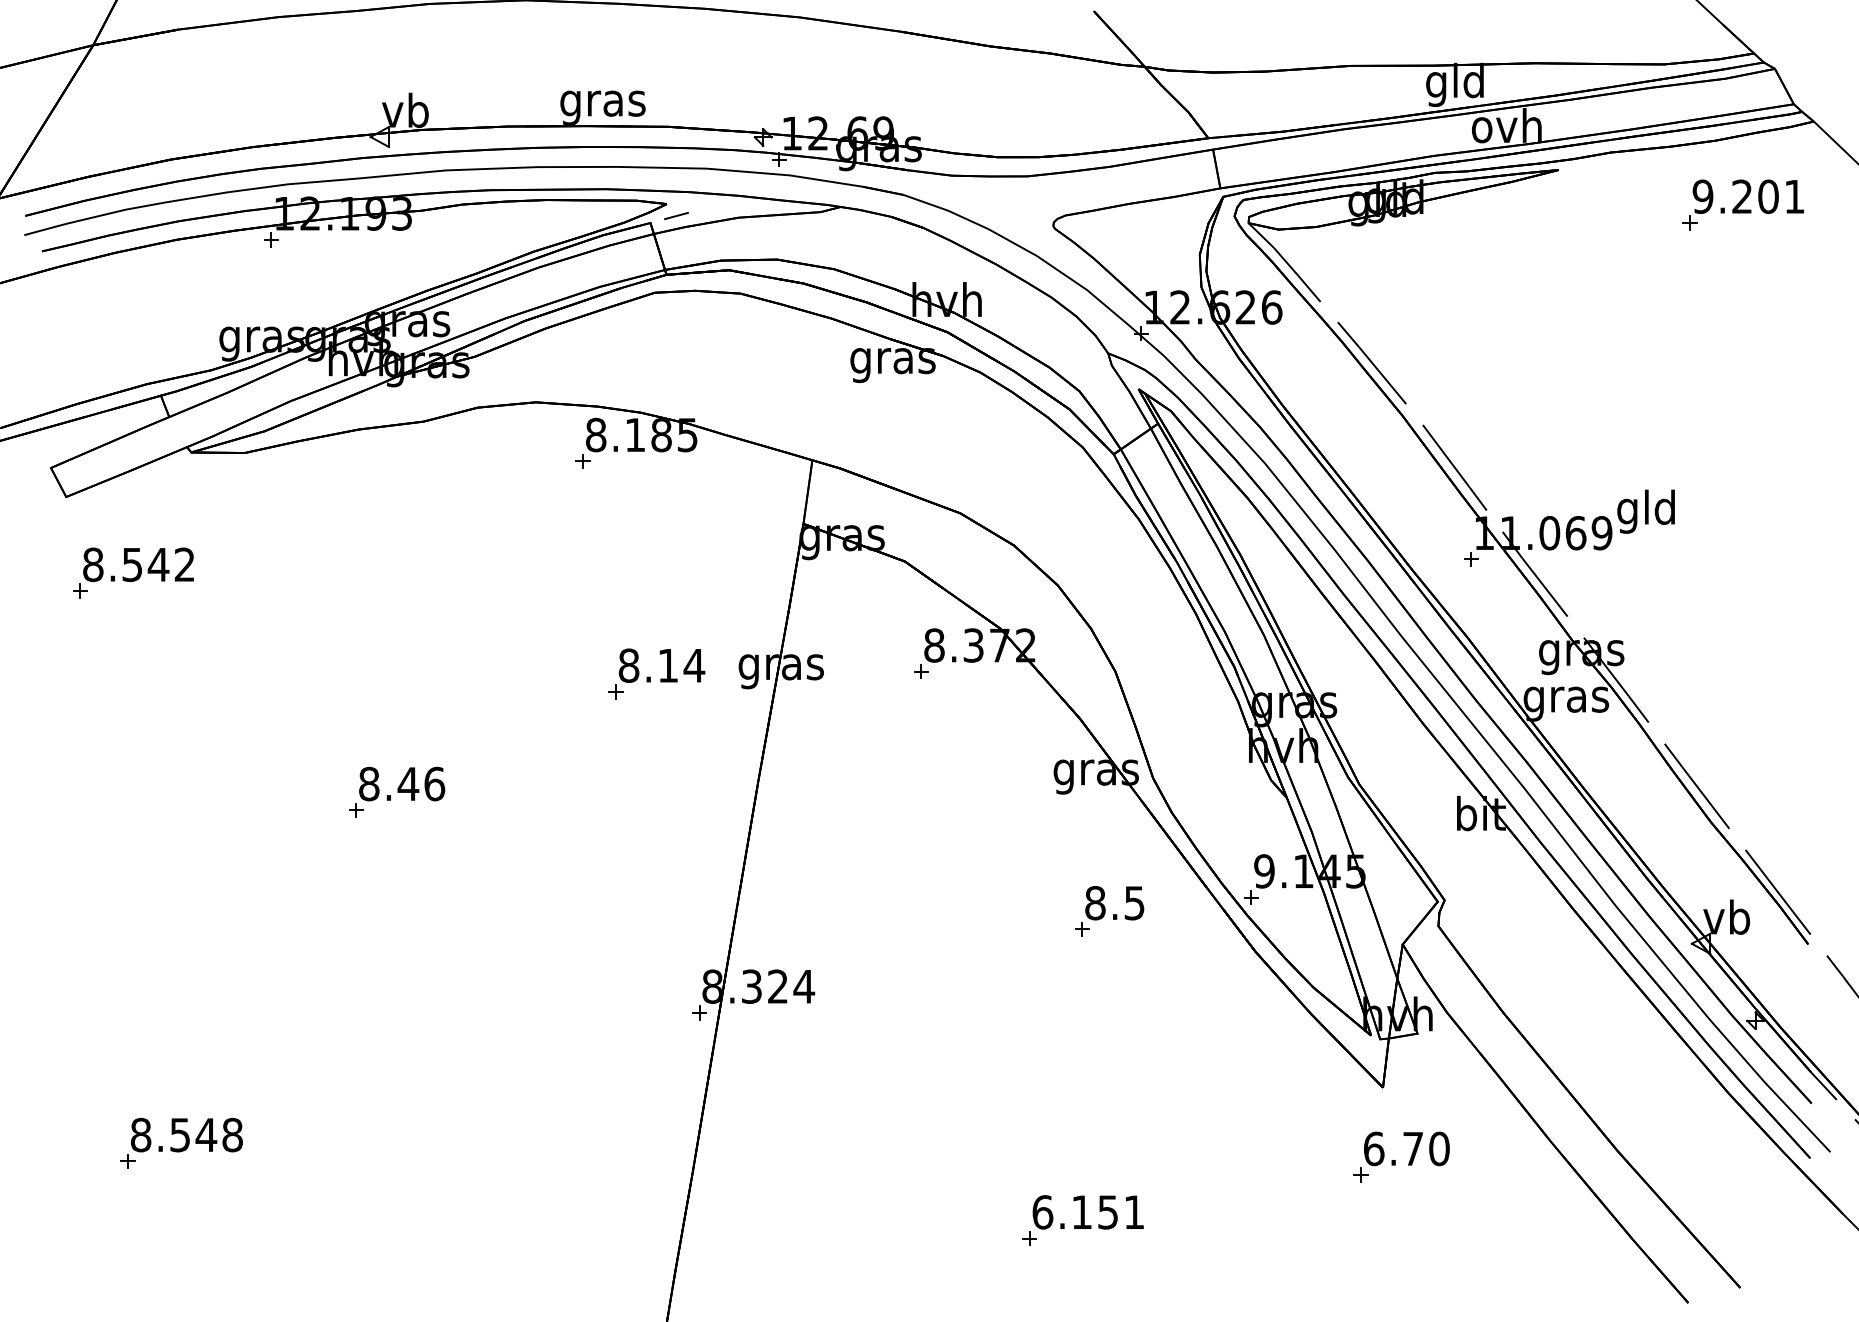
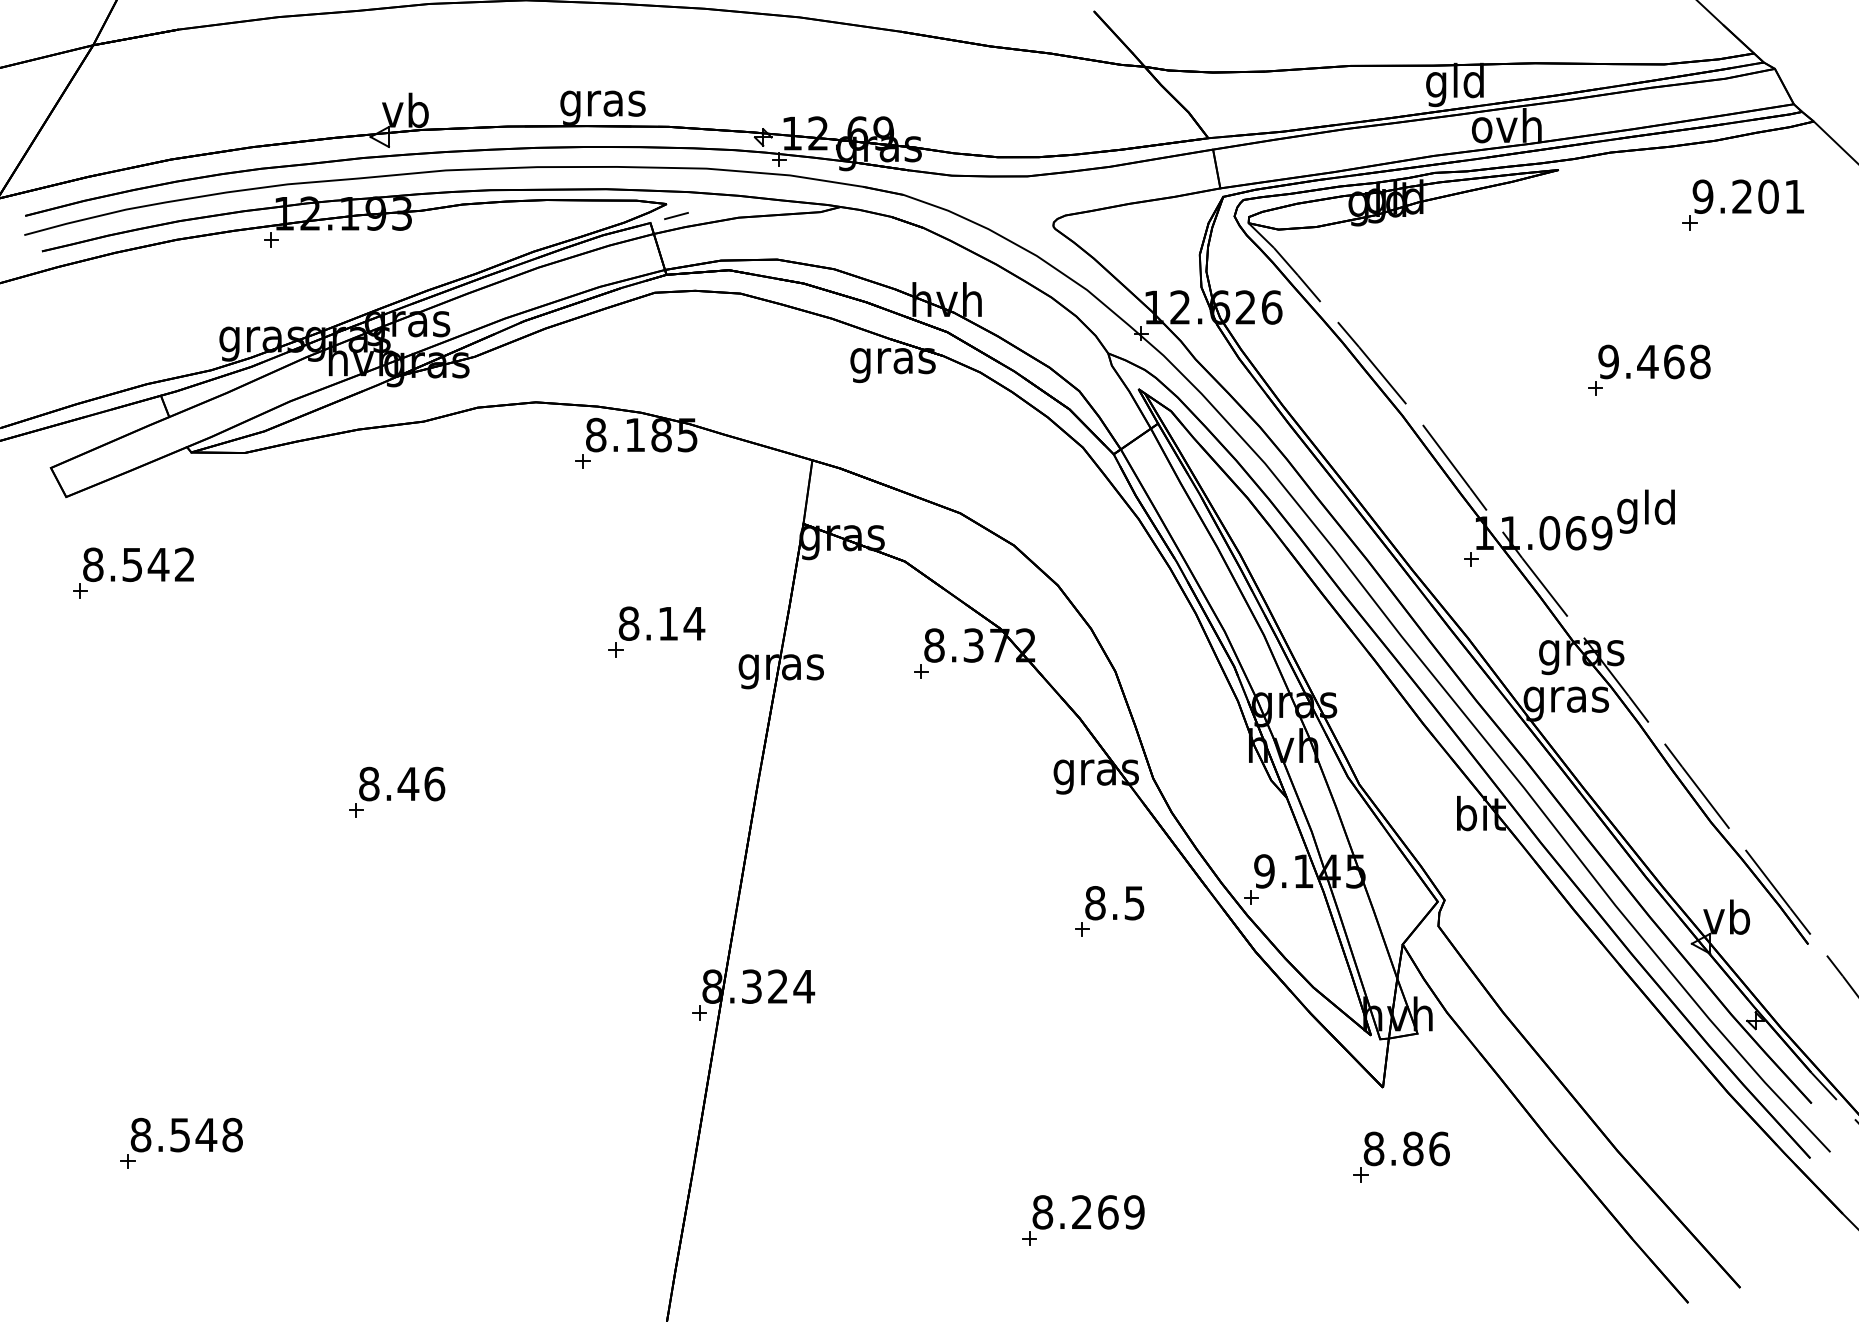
part at (1649, 369): none -> present
part at (660, 678) position: (660, 678) -> (660, 636)
text at (1406, 1148): 6.70 -> 8.86
text at (1088, 1212): 6.151 -> 8.269
